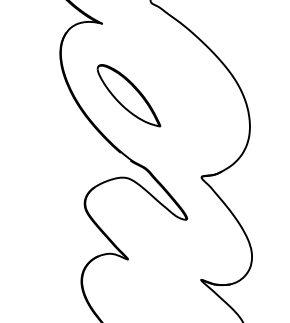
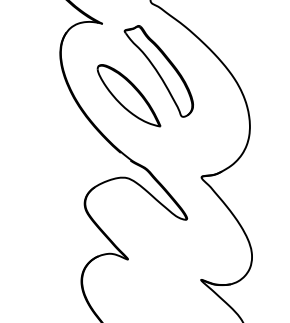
part at (158, 71): none -> present
